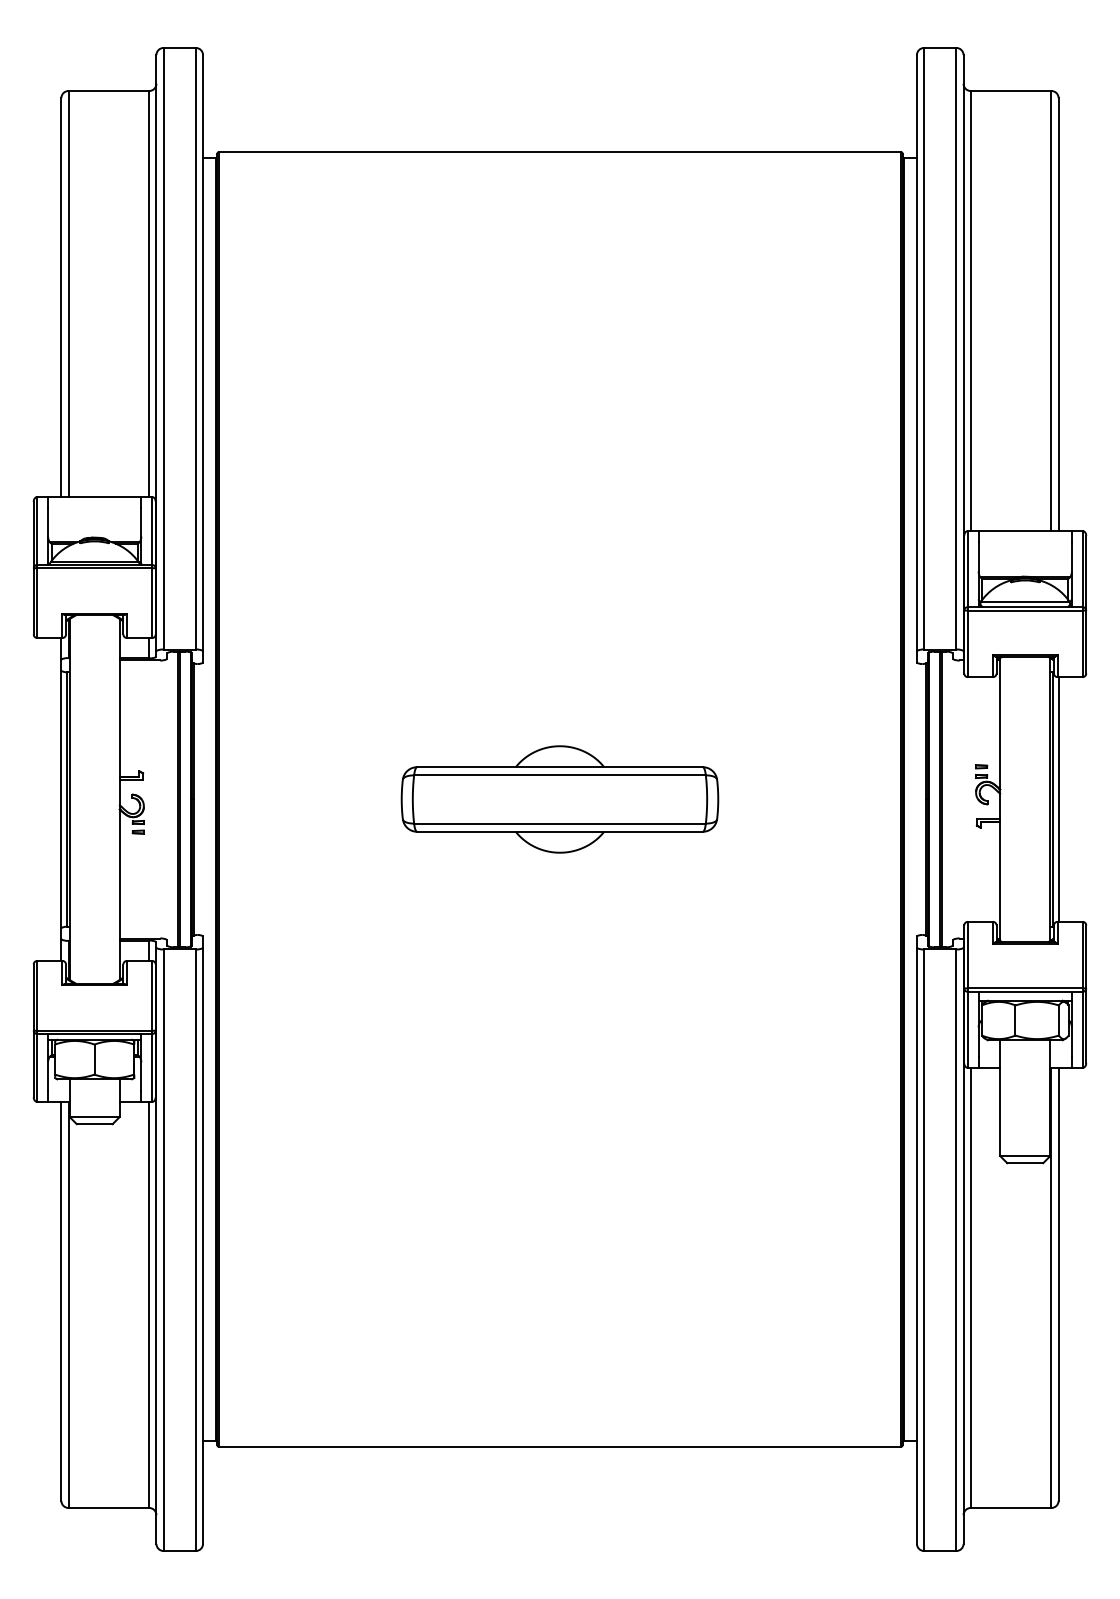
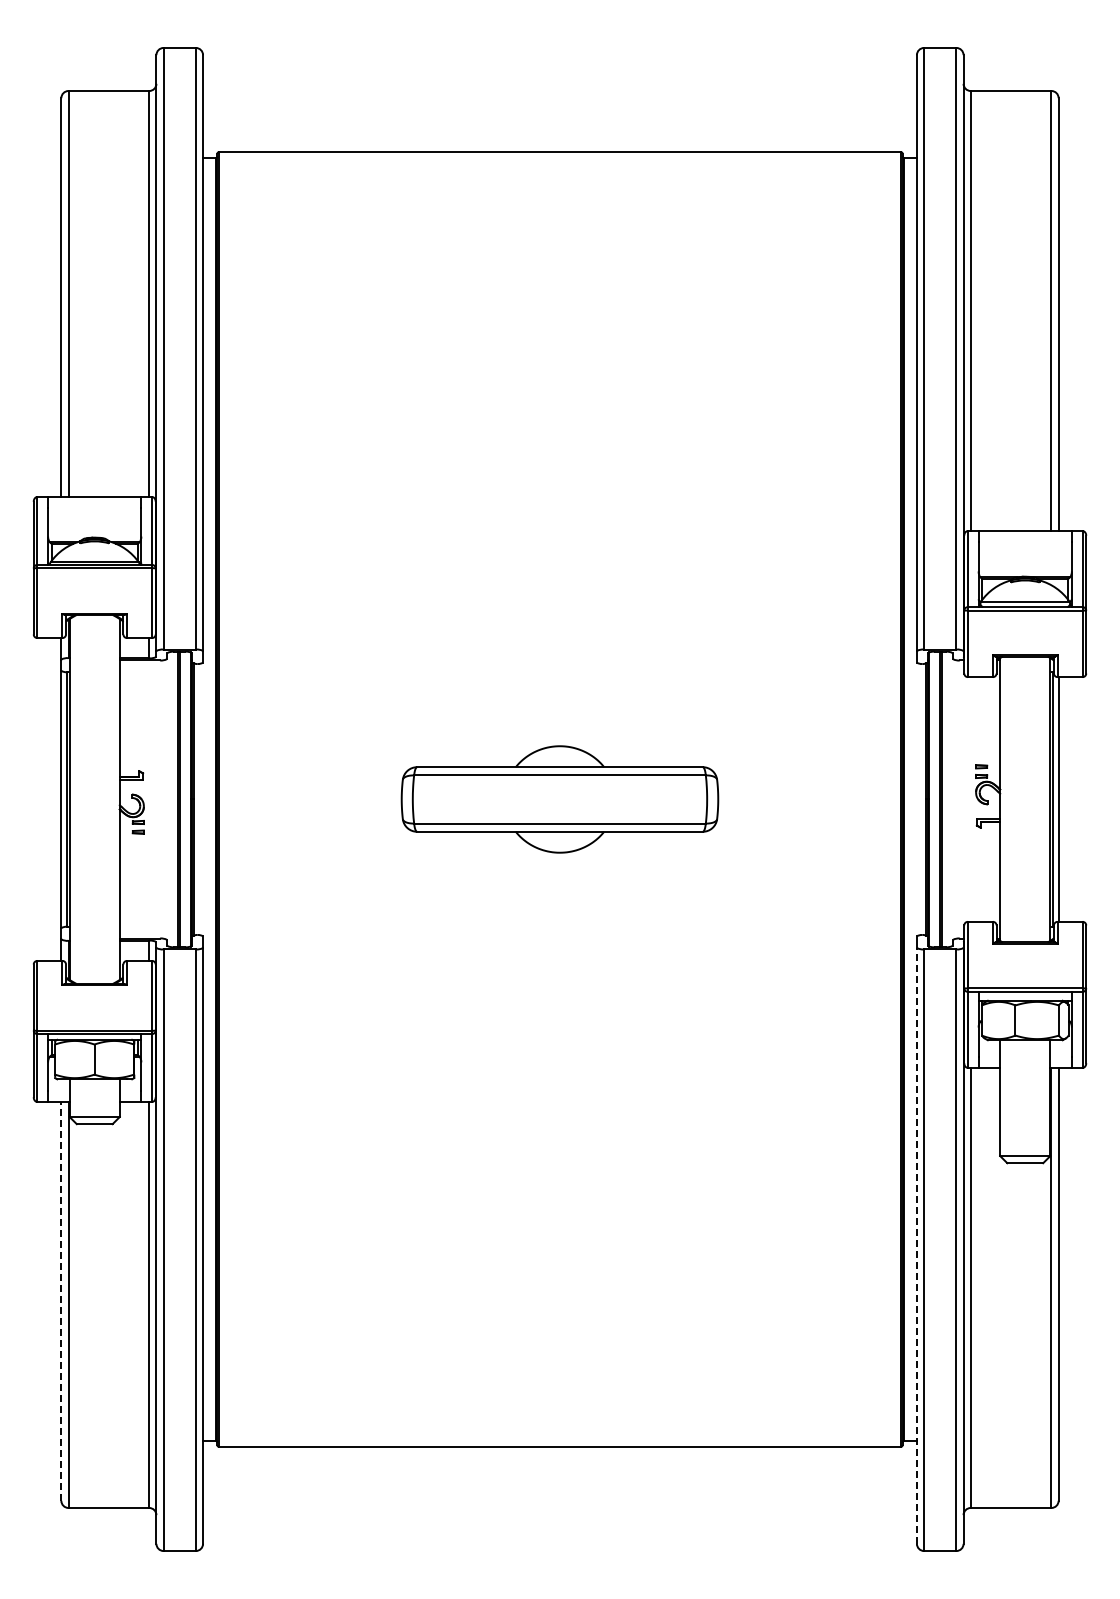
line at (916, 1245): solid -> dashed
line at (61, 1300): solid -> dashed
